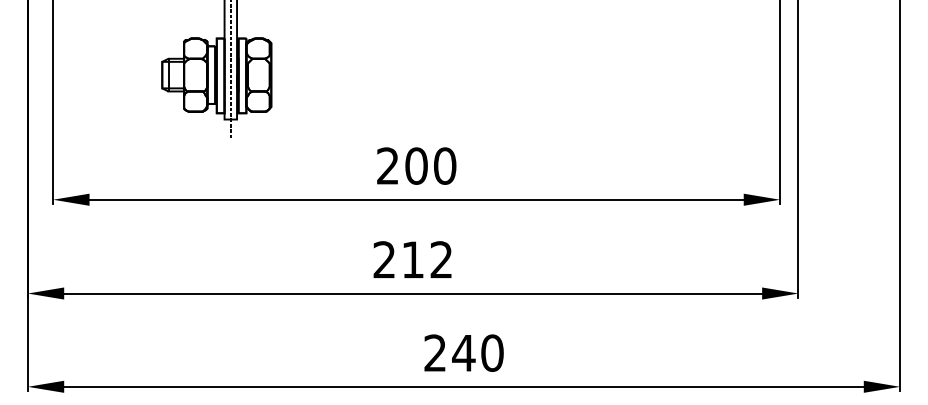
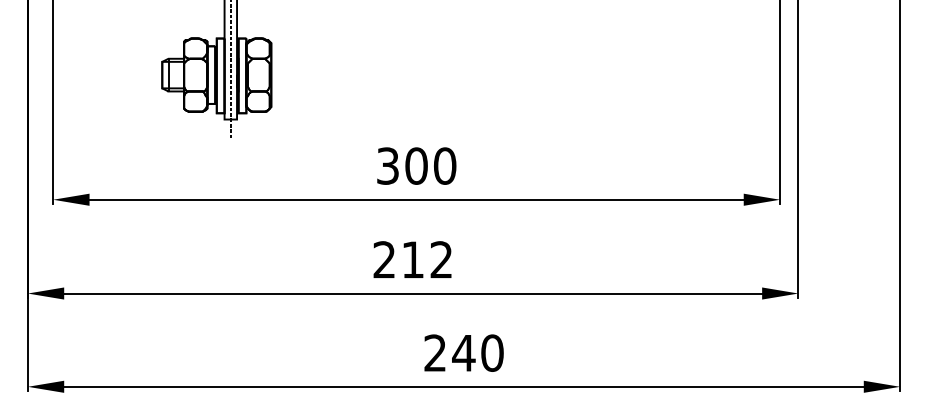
text at (387, 165): 200 -> 300
